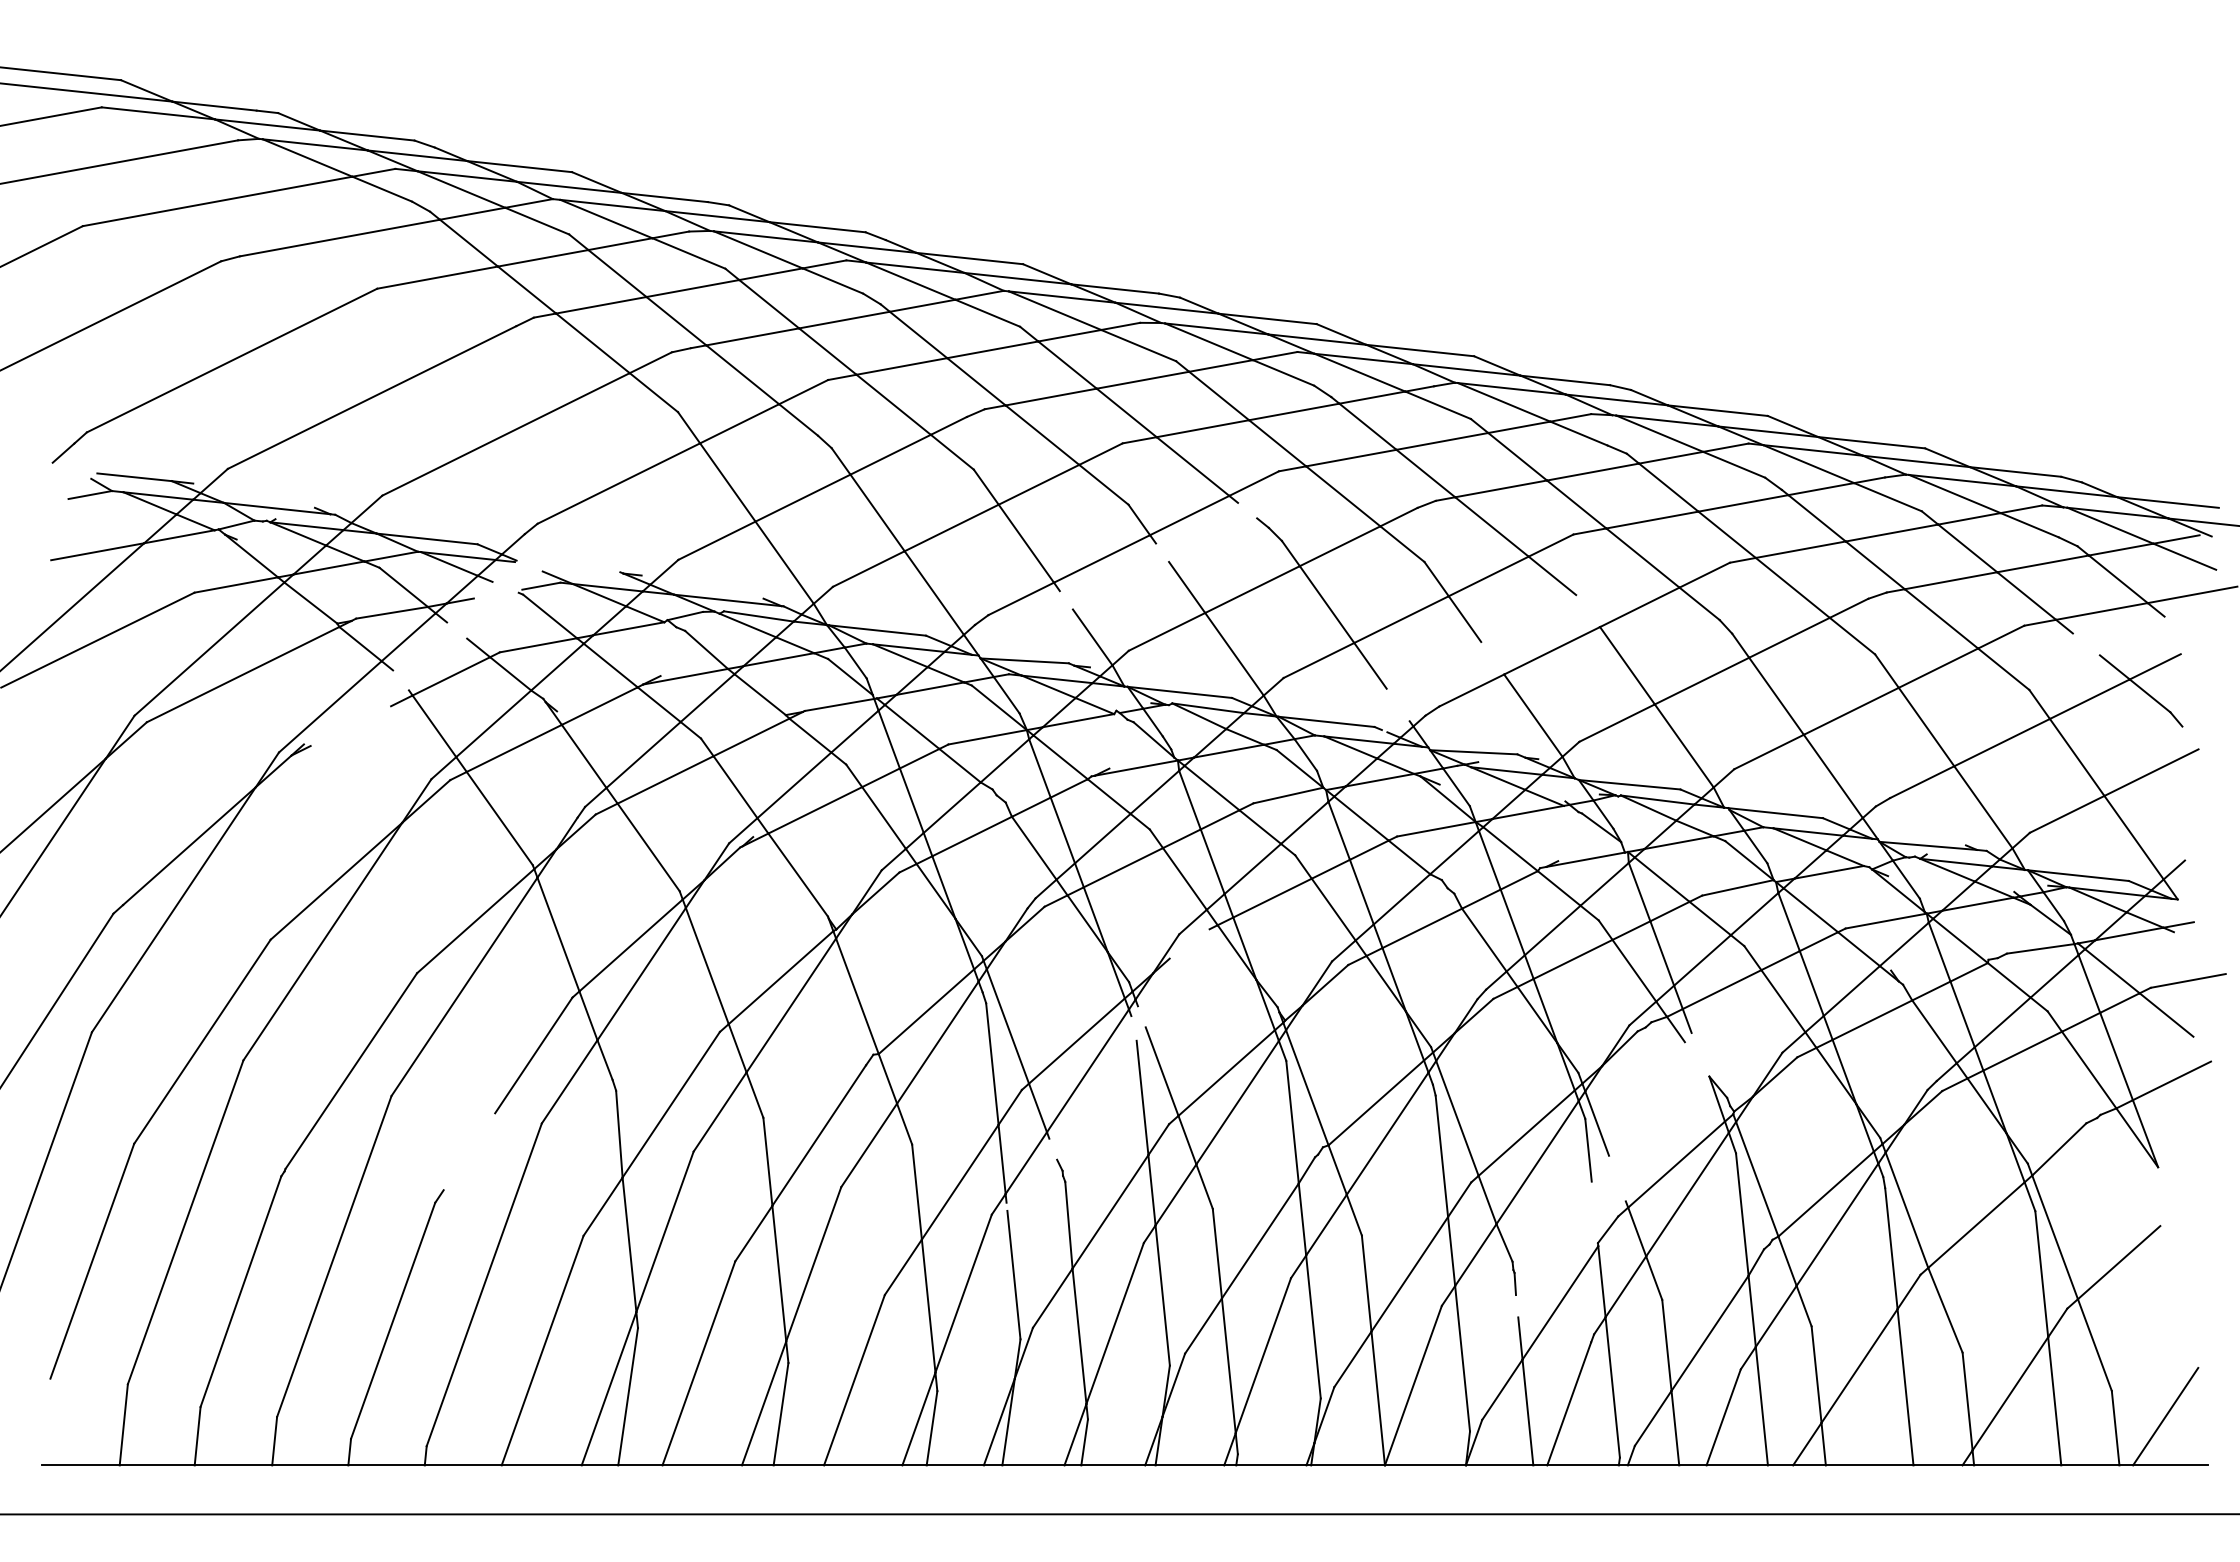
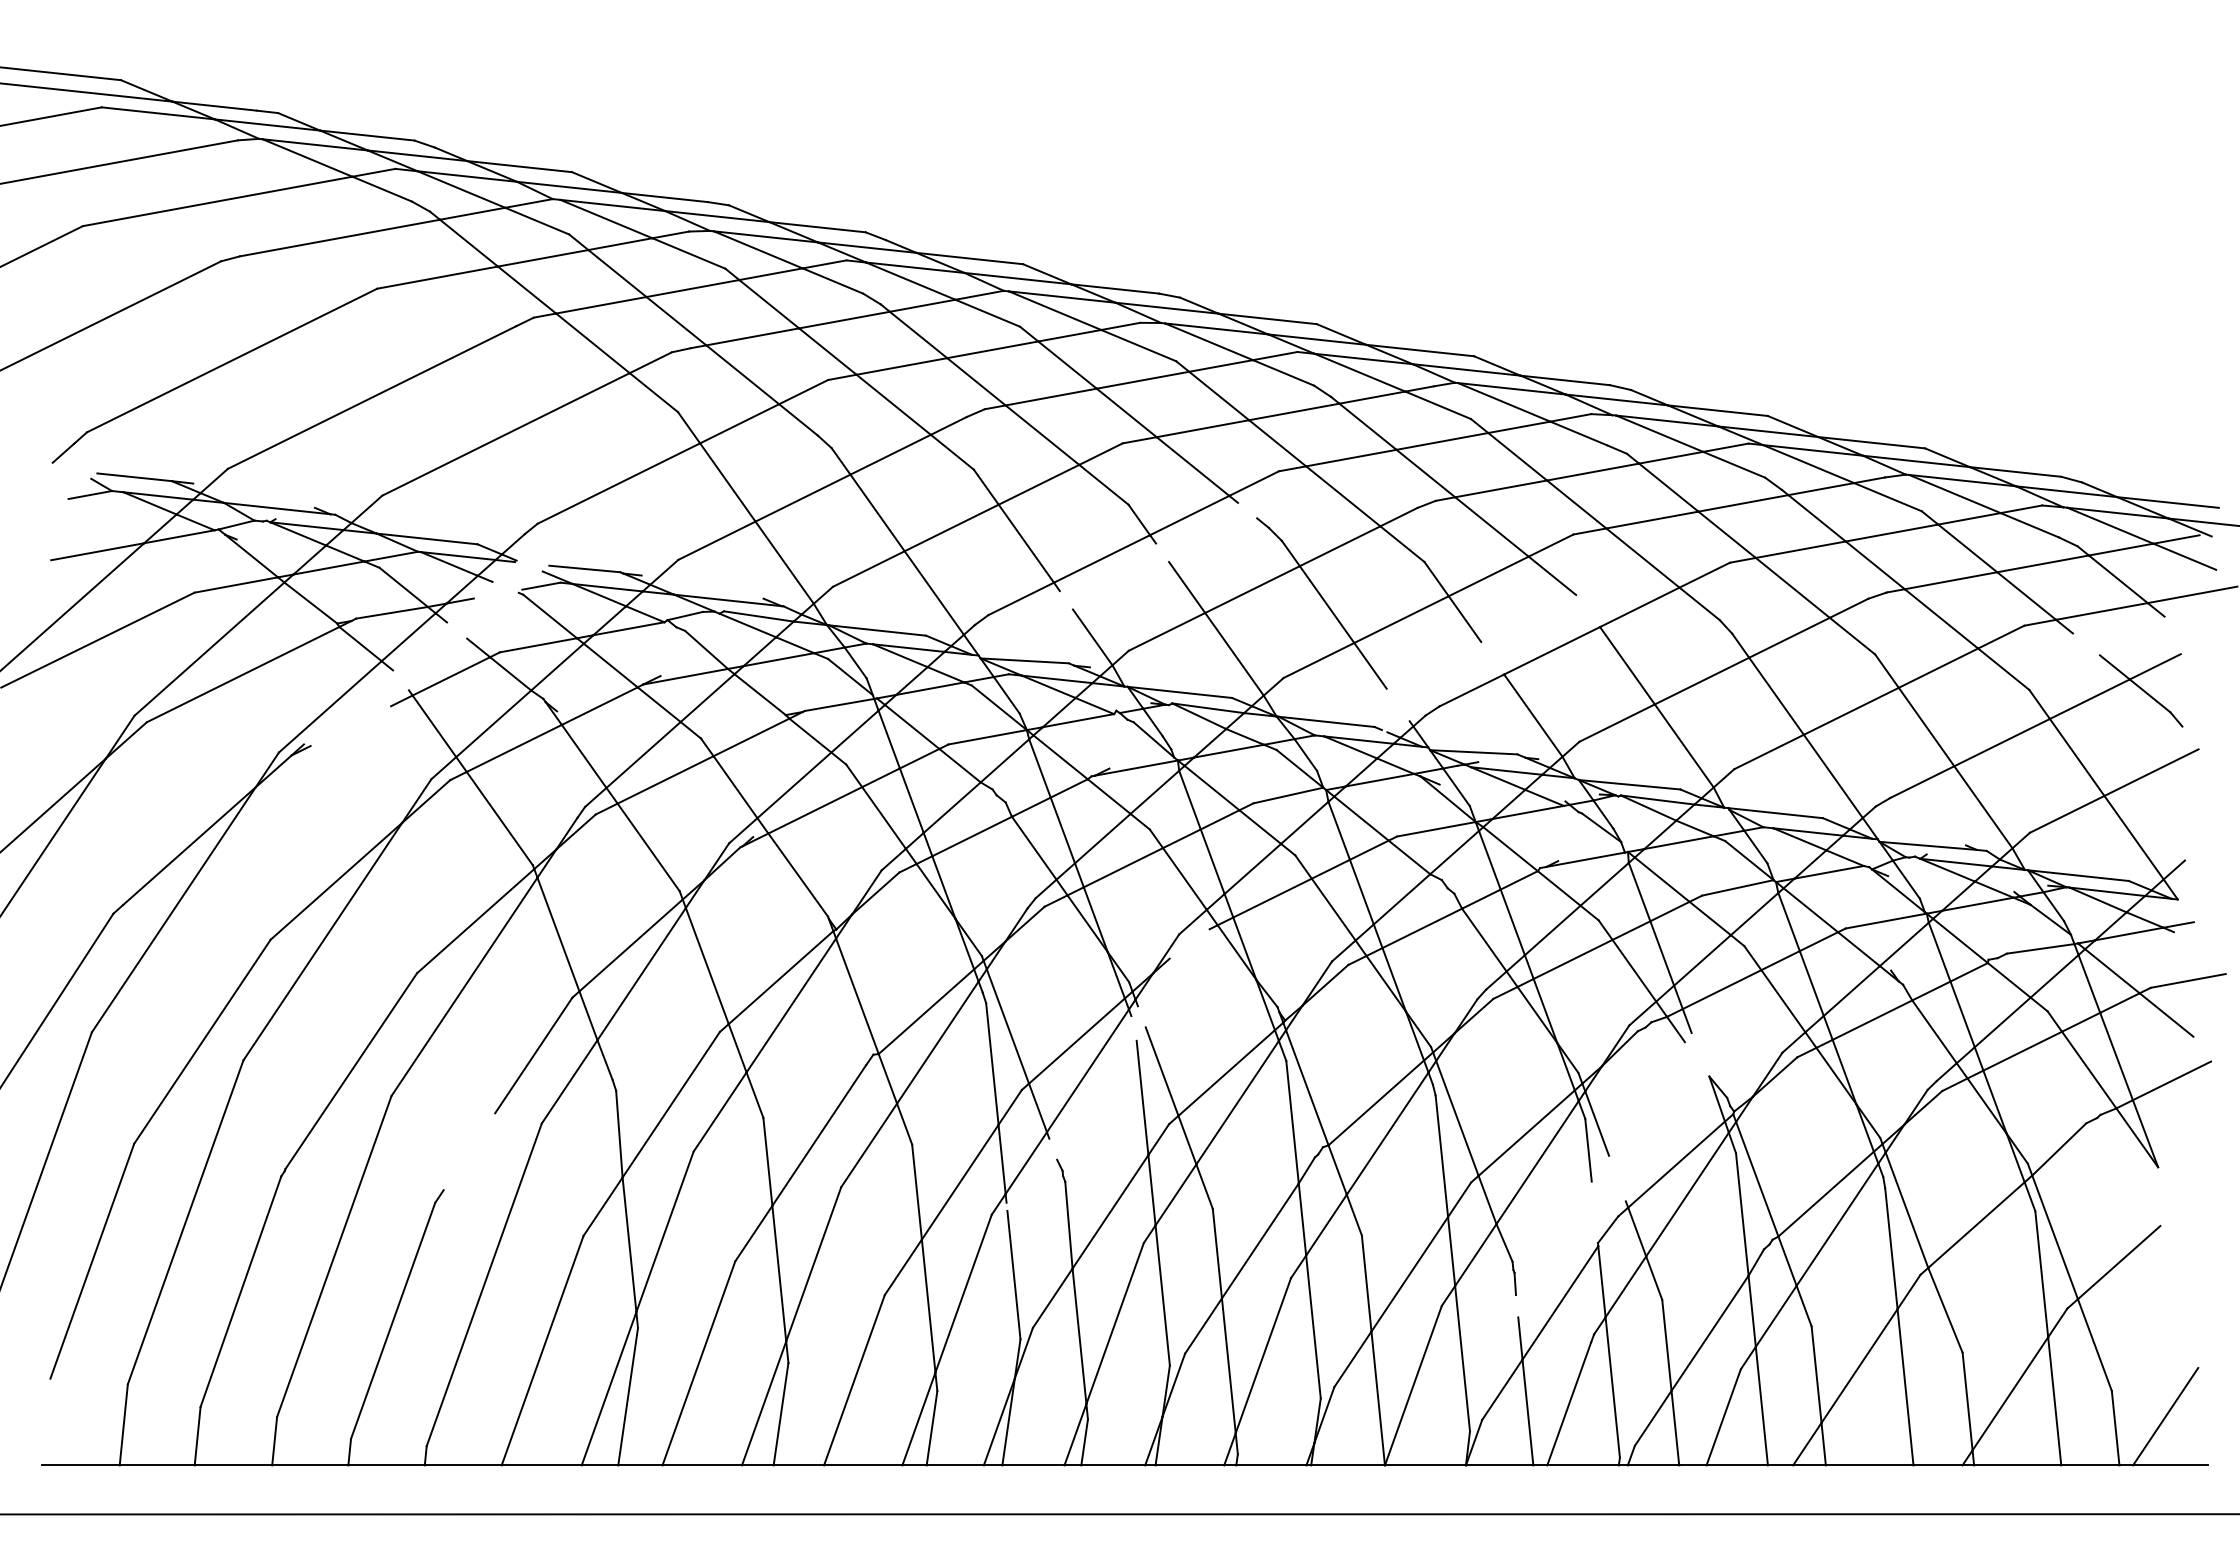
line at (584, 568): none -> present
